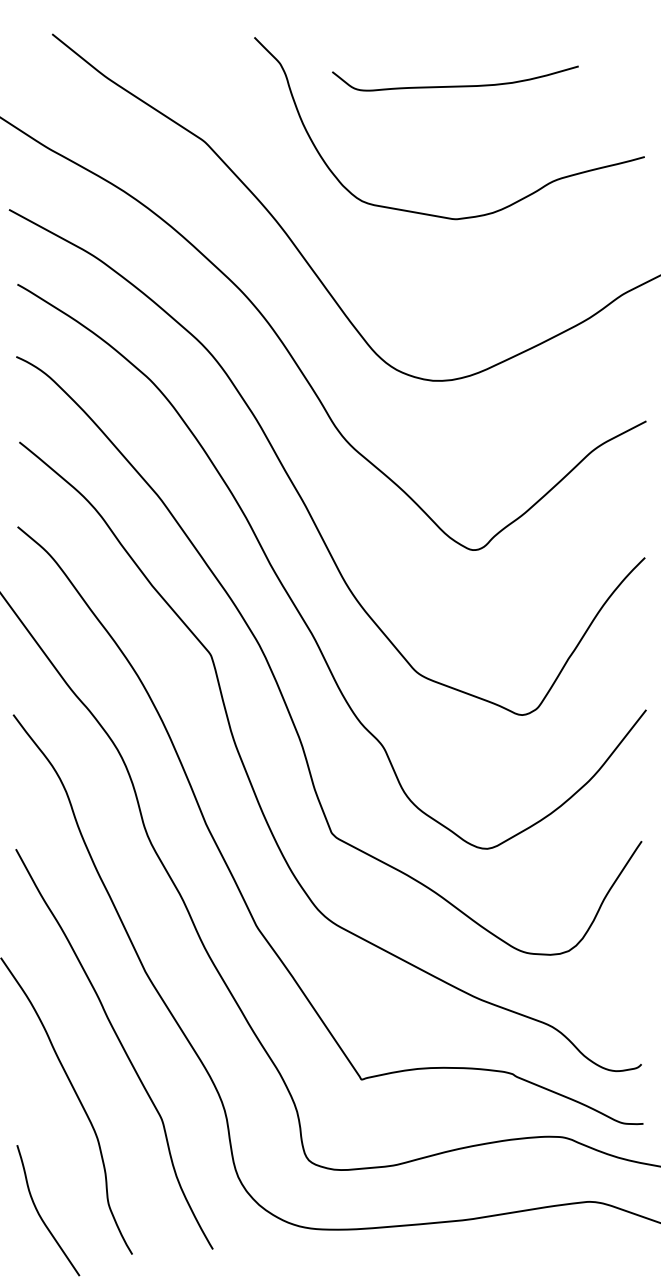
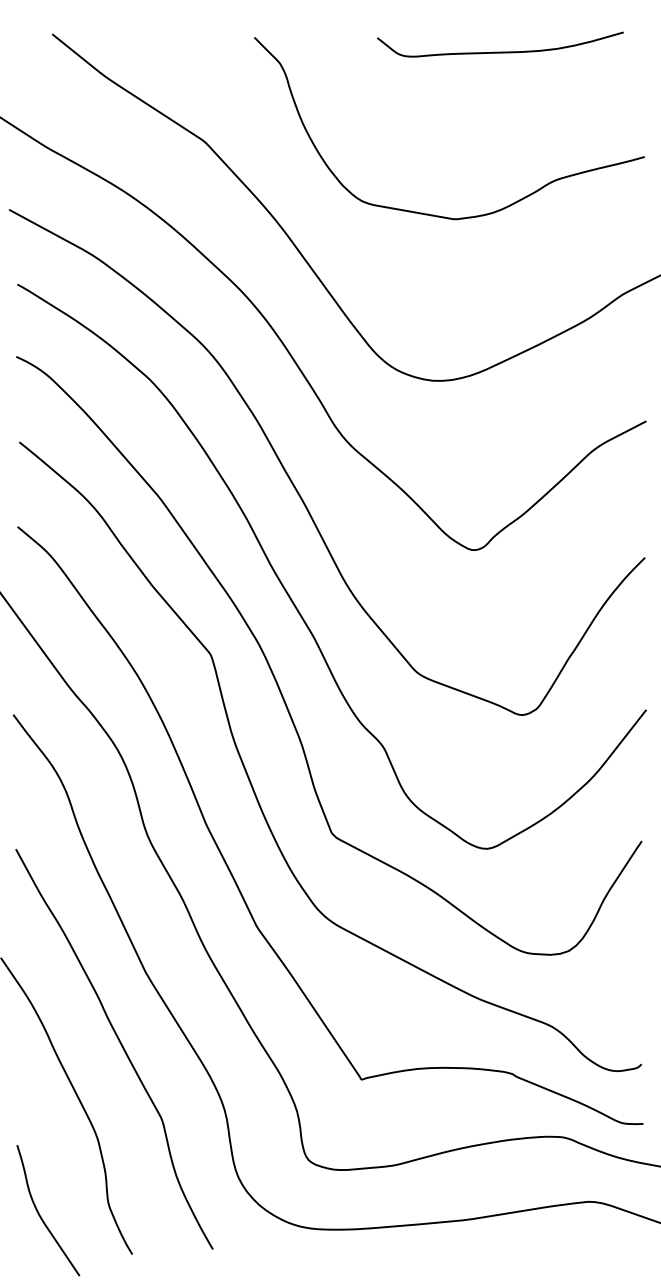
curve at (455, 85) position: (455, 85) -> (500, 51)
